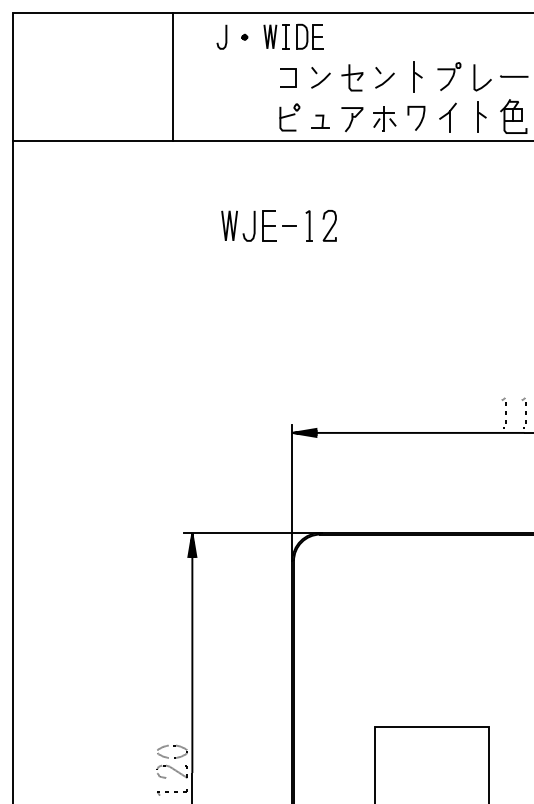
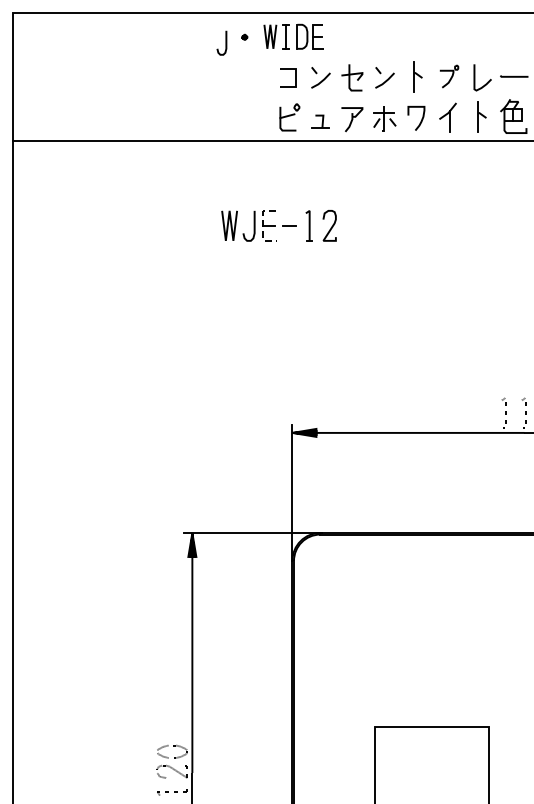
curve at (225, 36) position: (225, 36) -> (225, 42)
line at (173, 76): present -> none
part at (449, 76) size: 25x29 px -> 21x25 px
line at (263, 226): solid -> dashed
